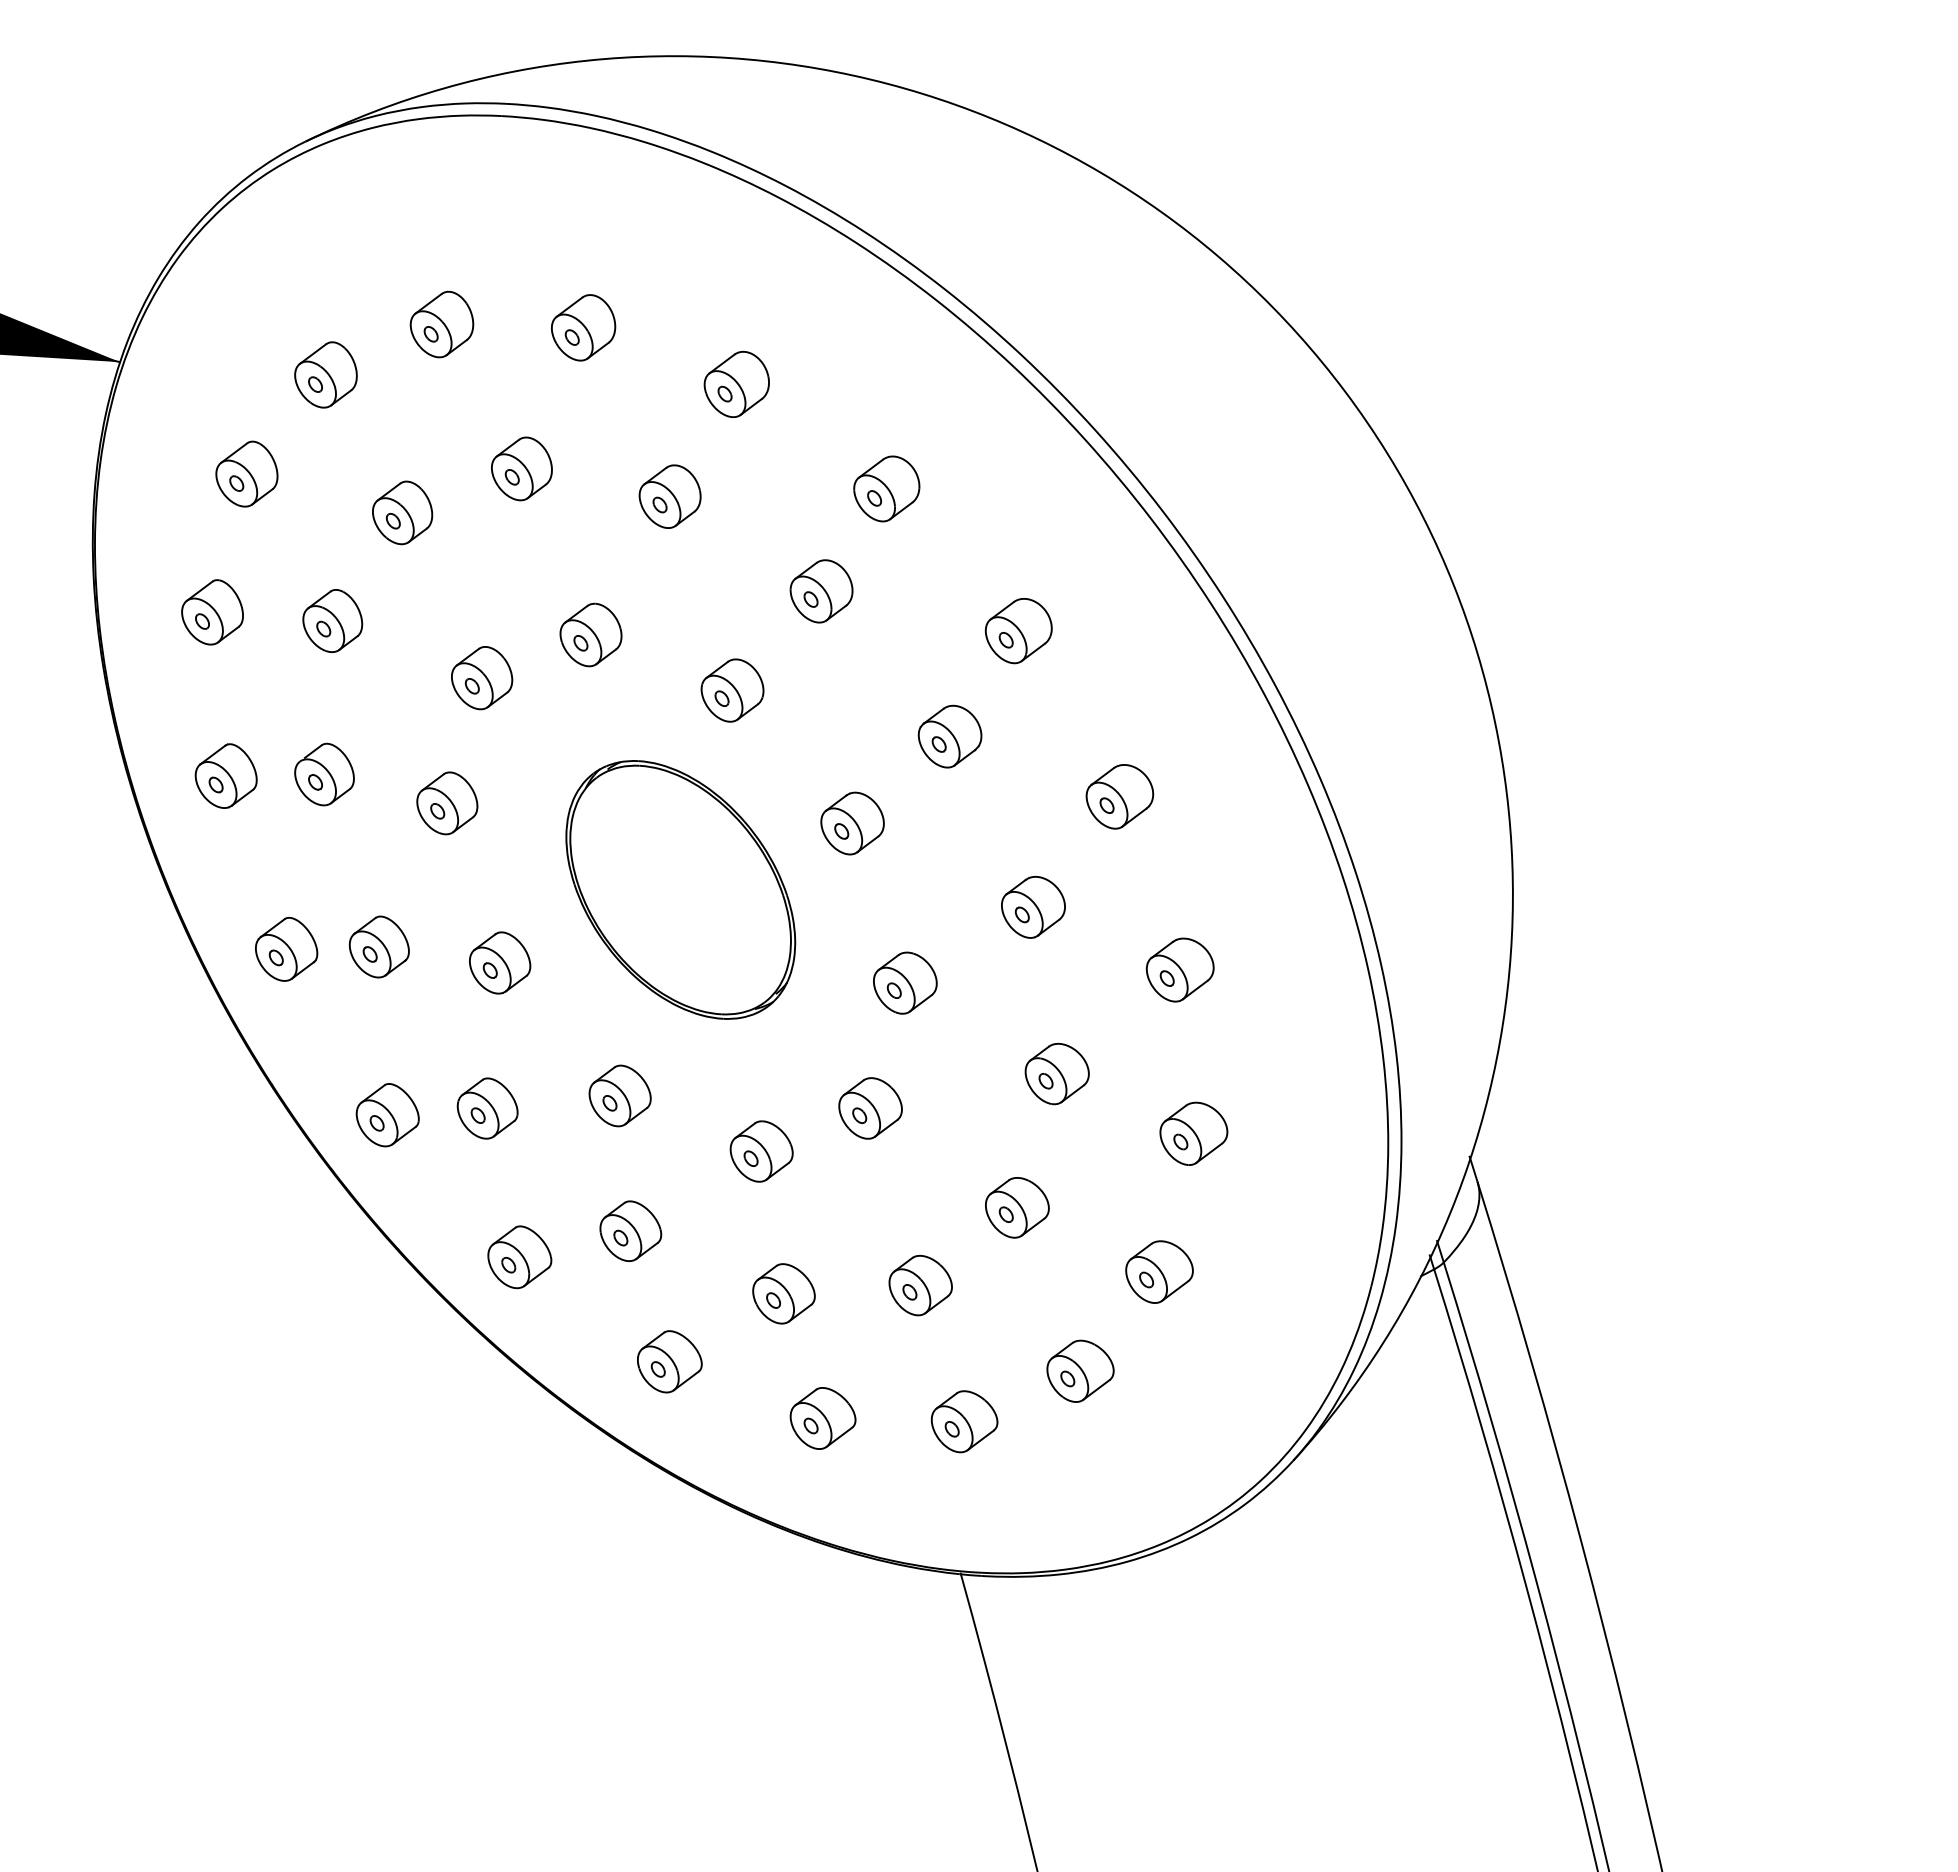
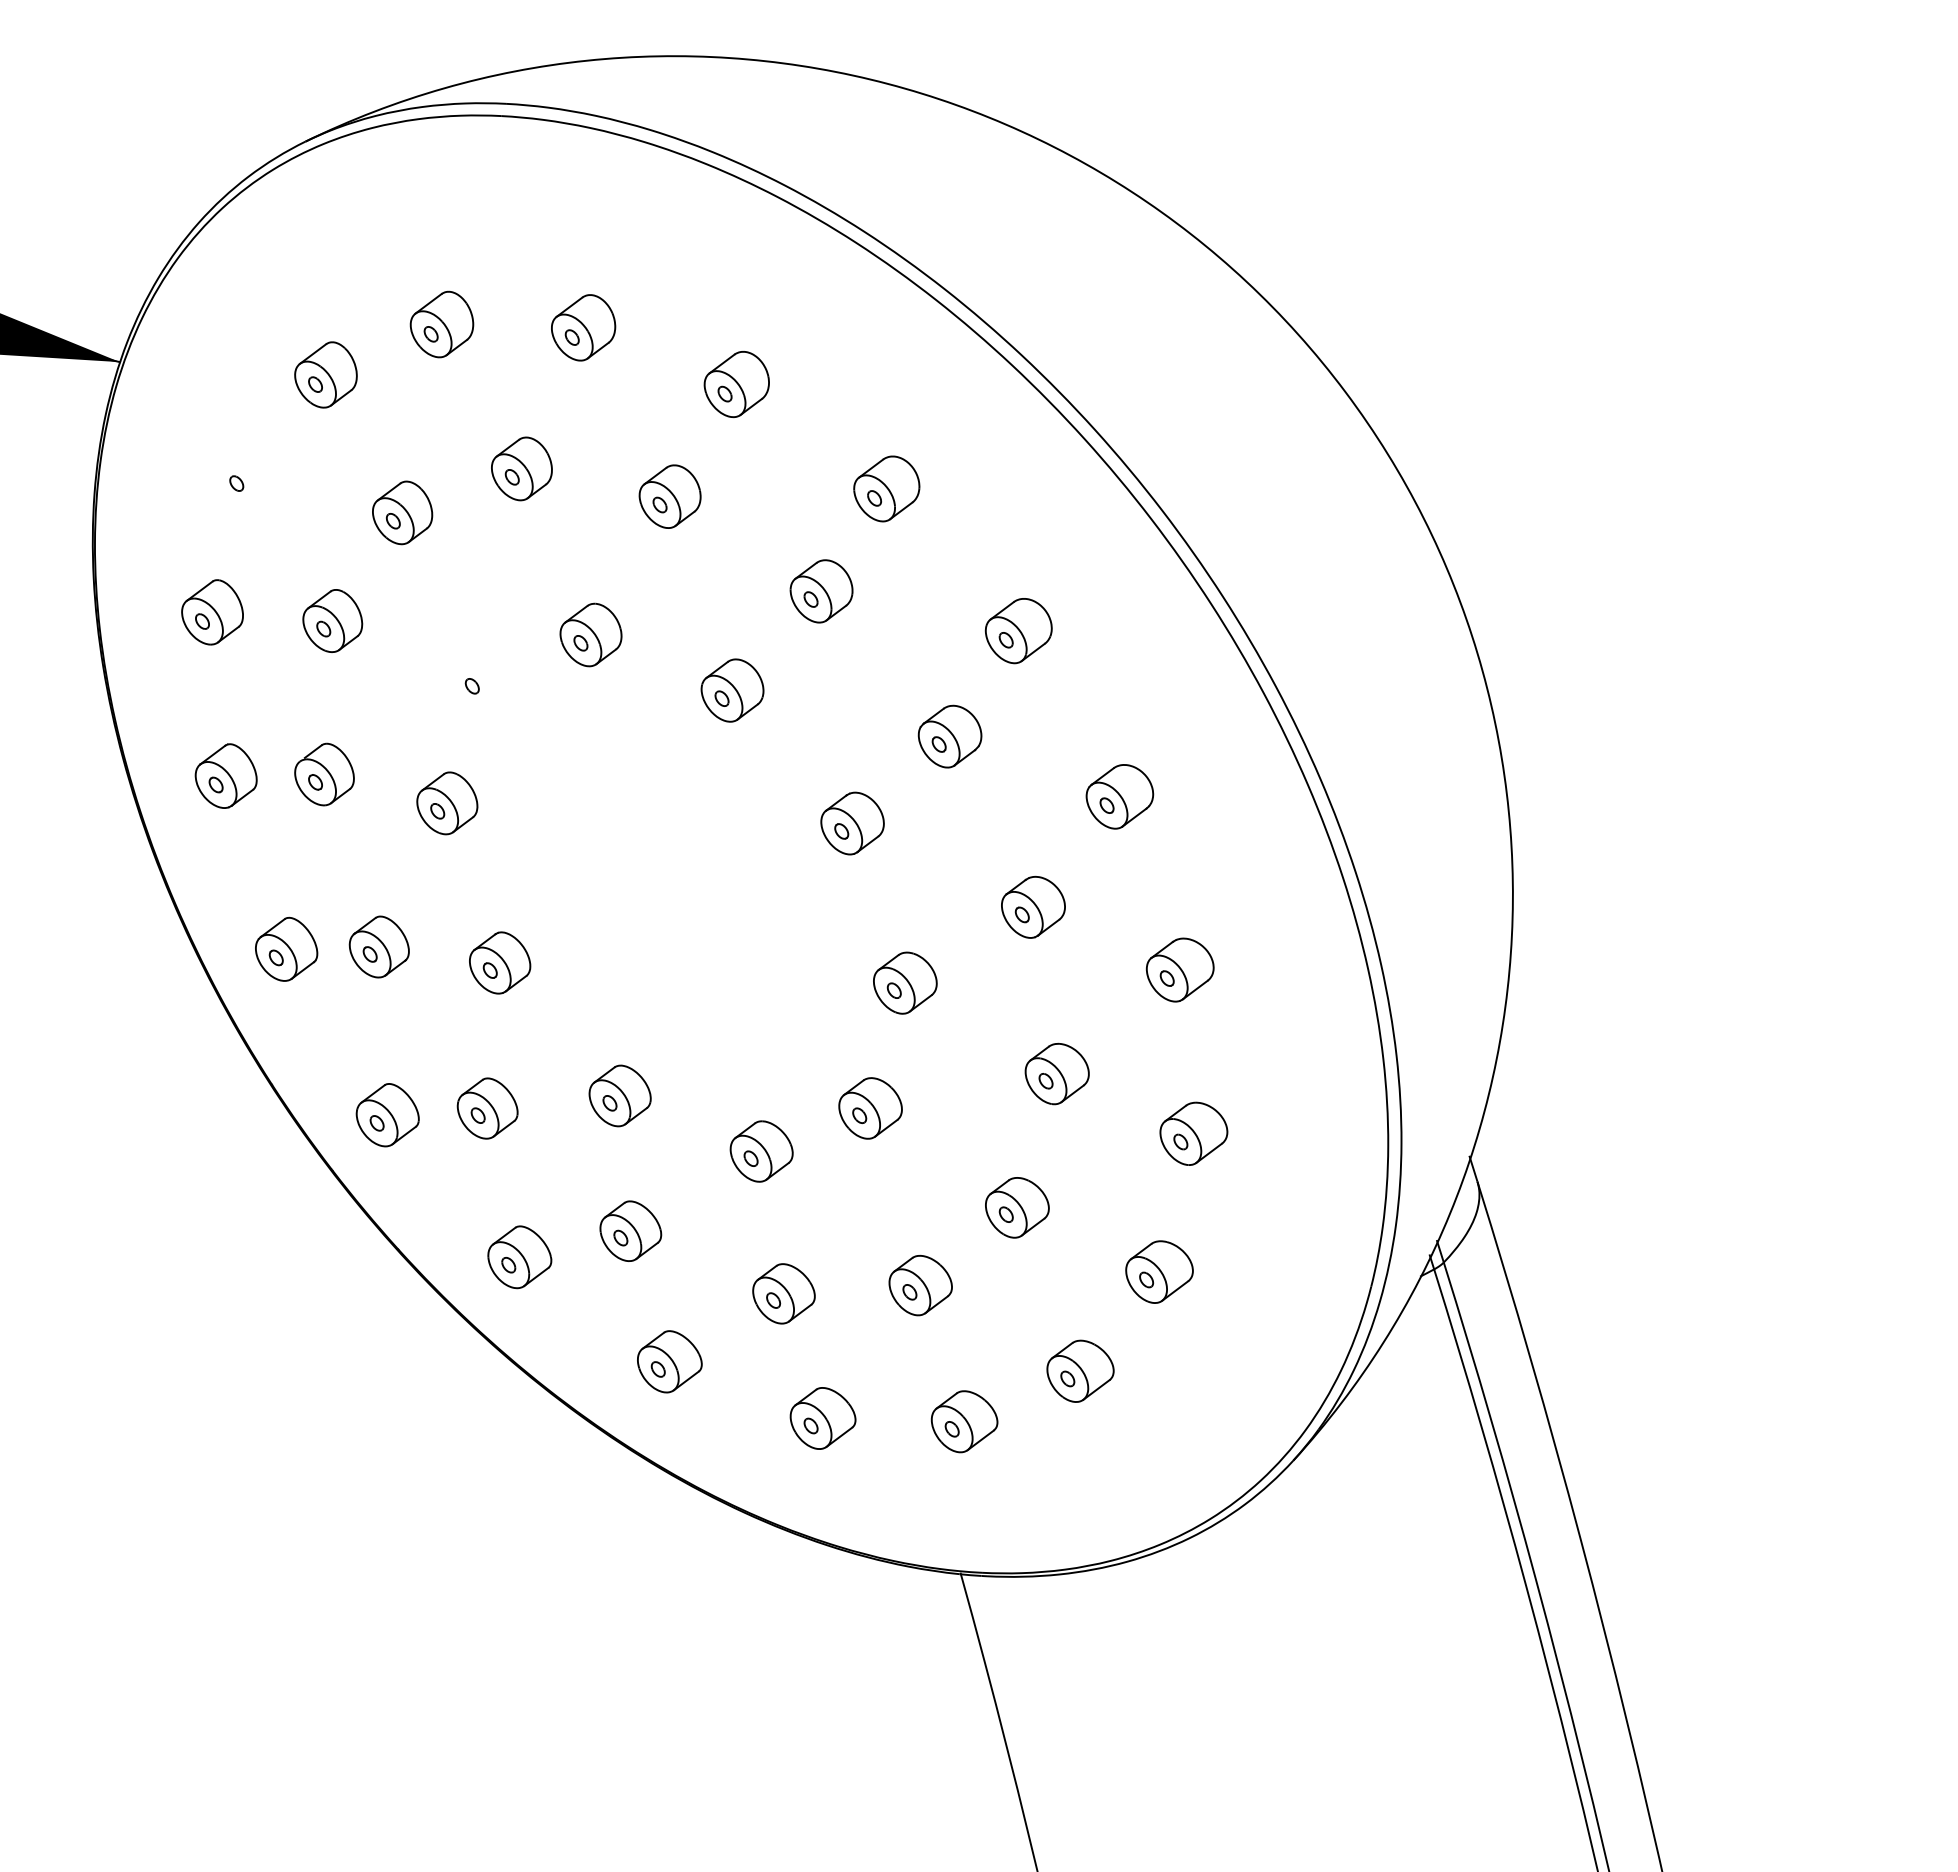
part at (246, 473): present -> none
part at (482, 678): present -> none
part at (680, 889): present -> none
